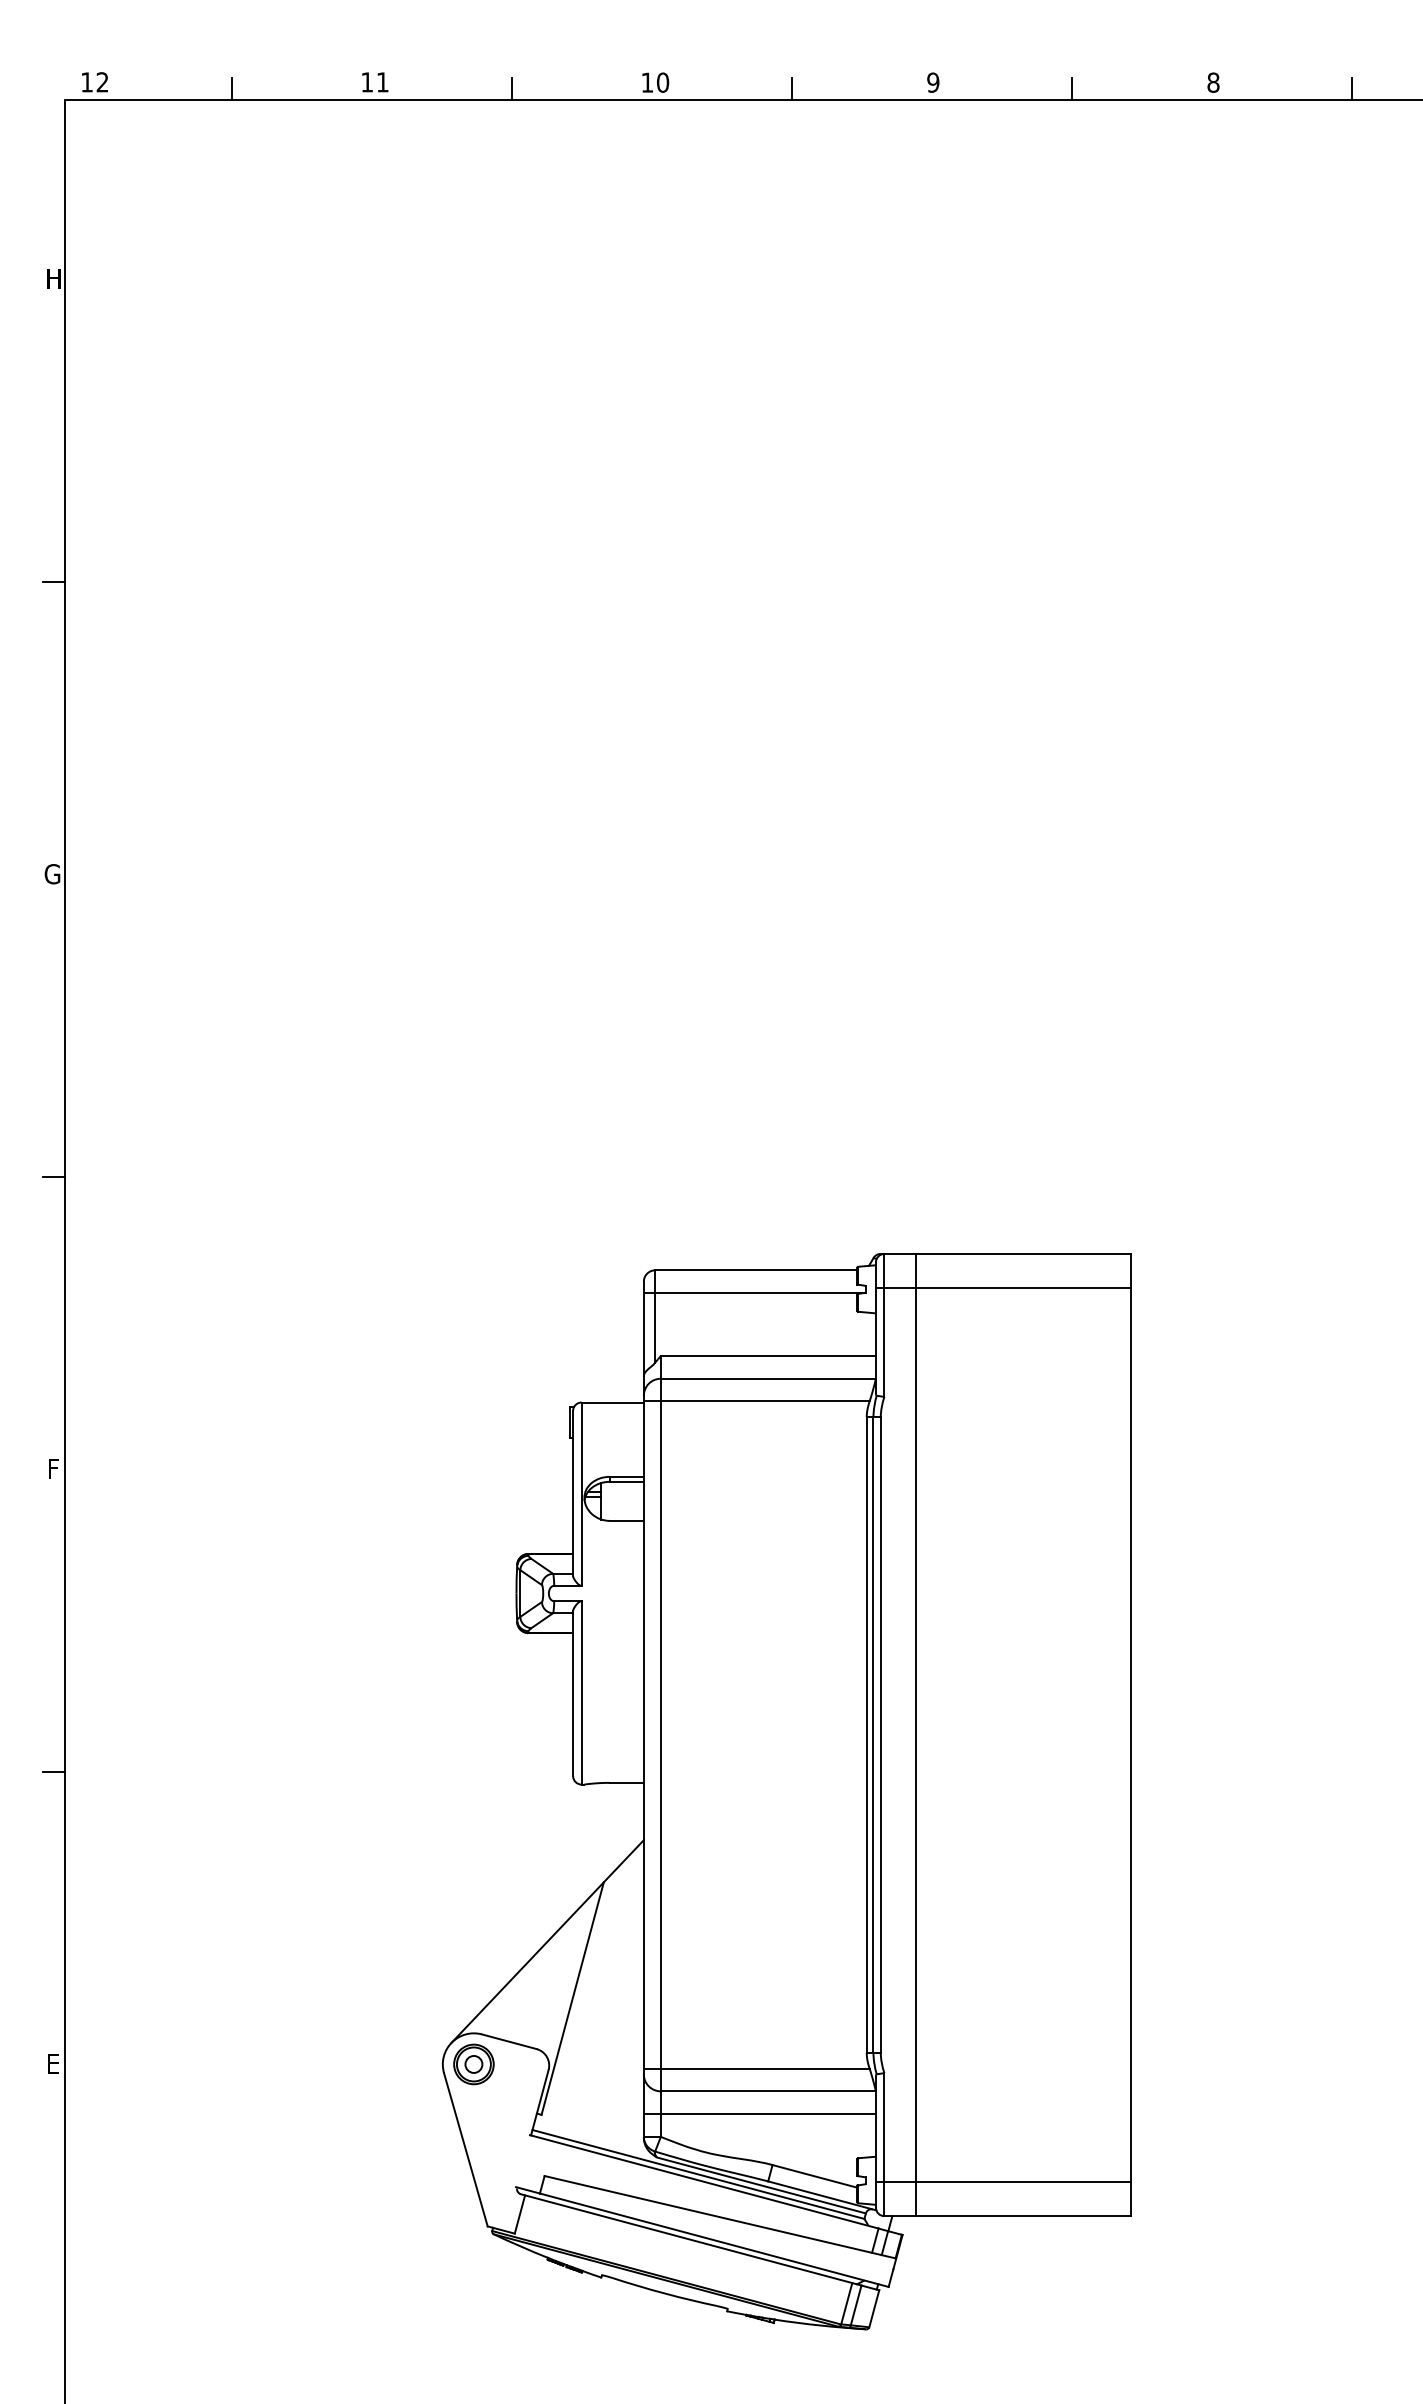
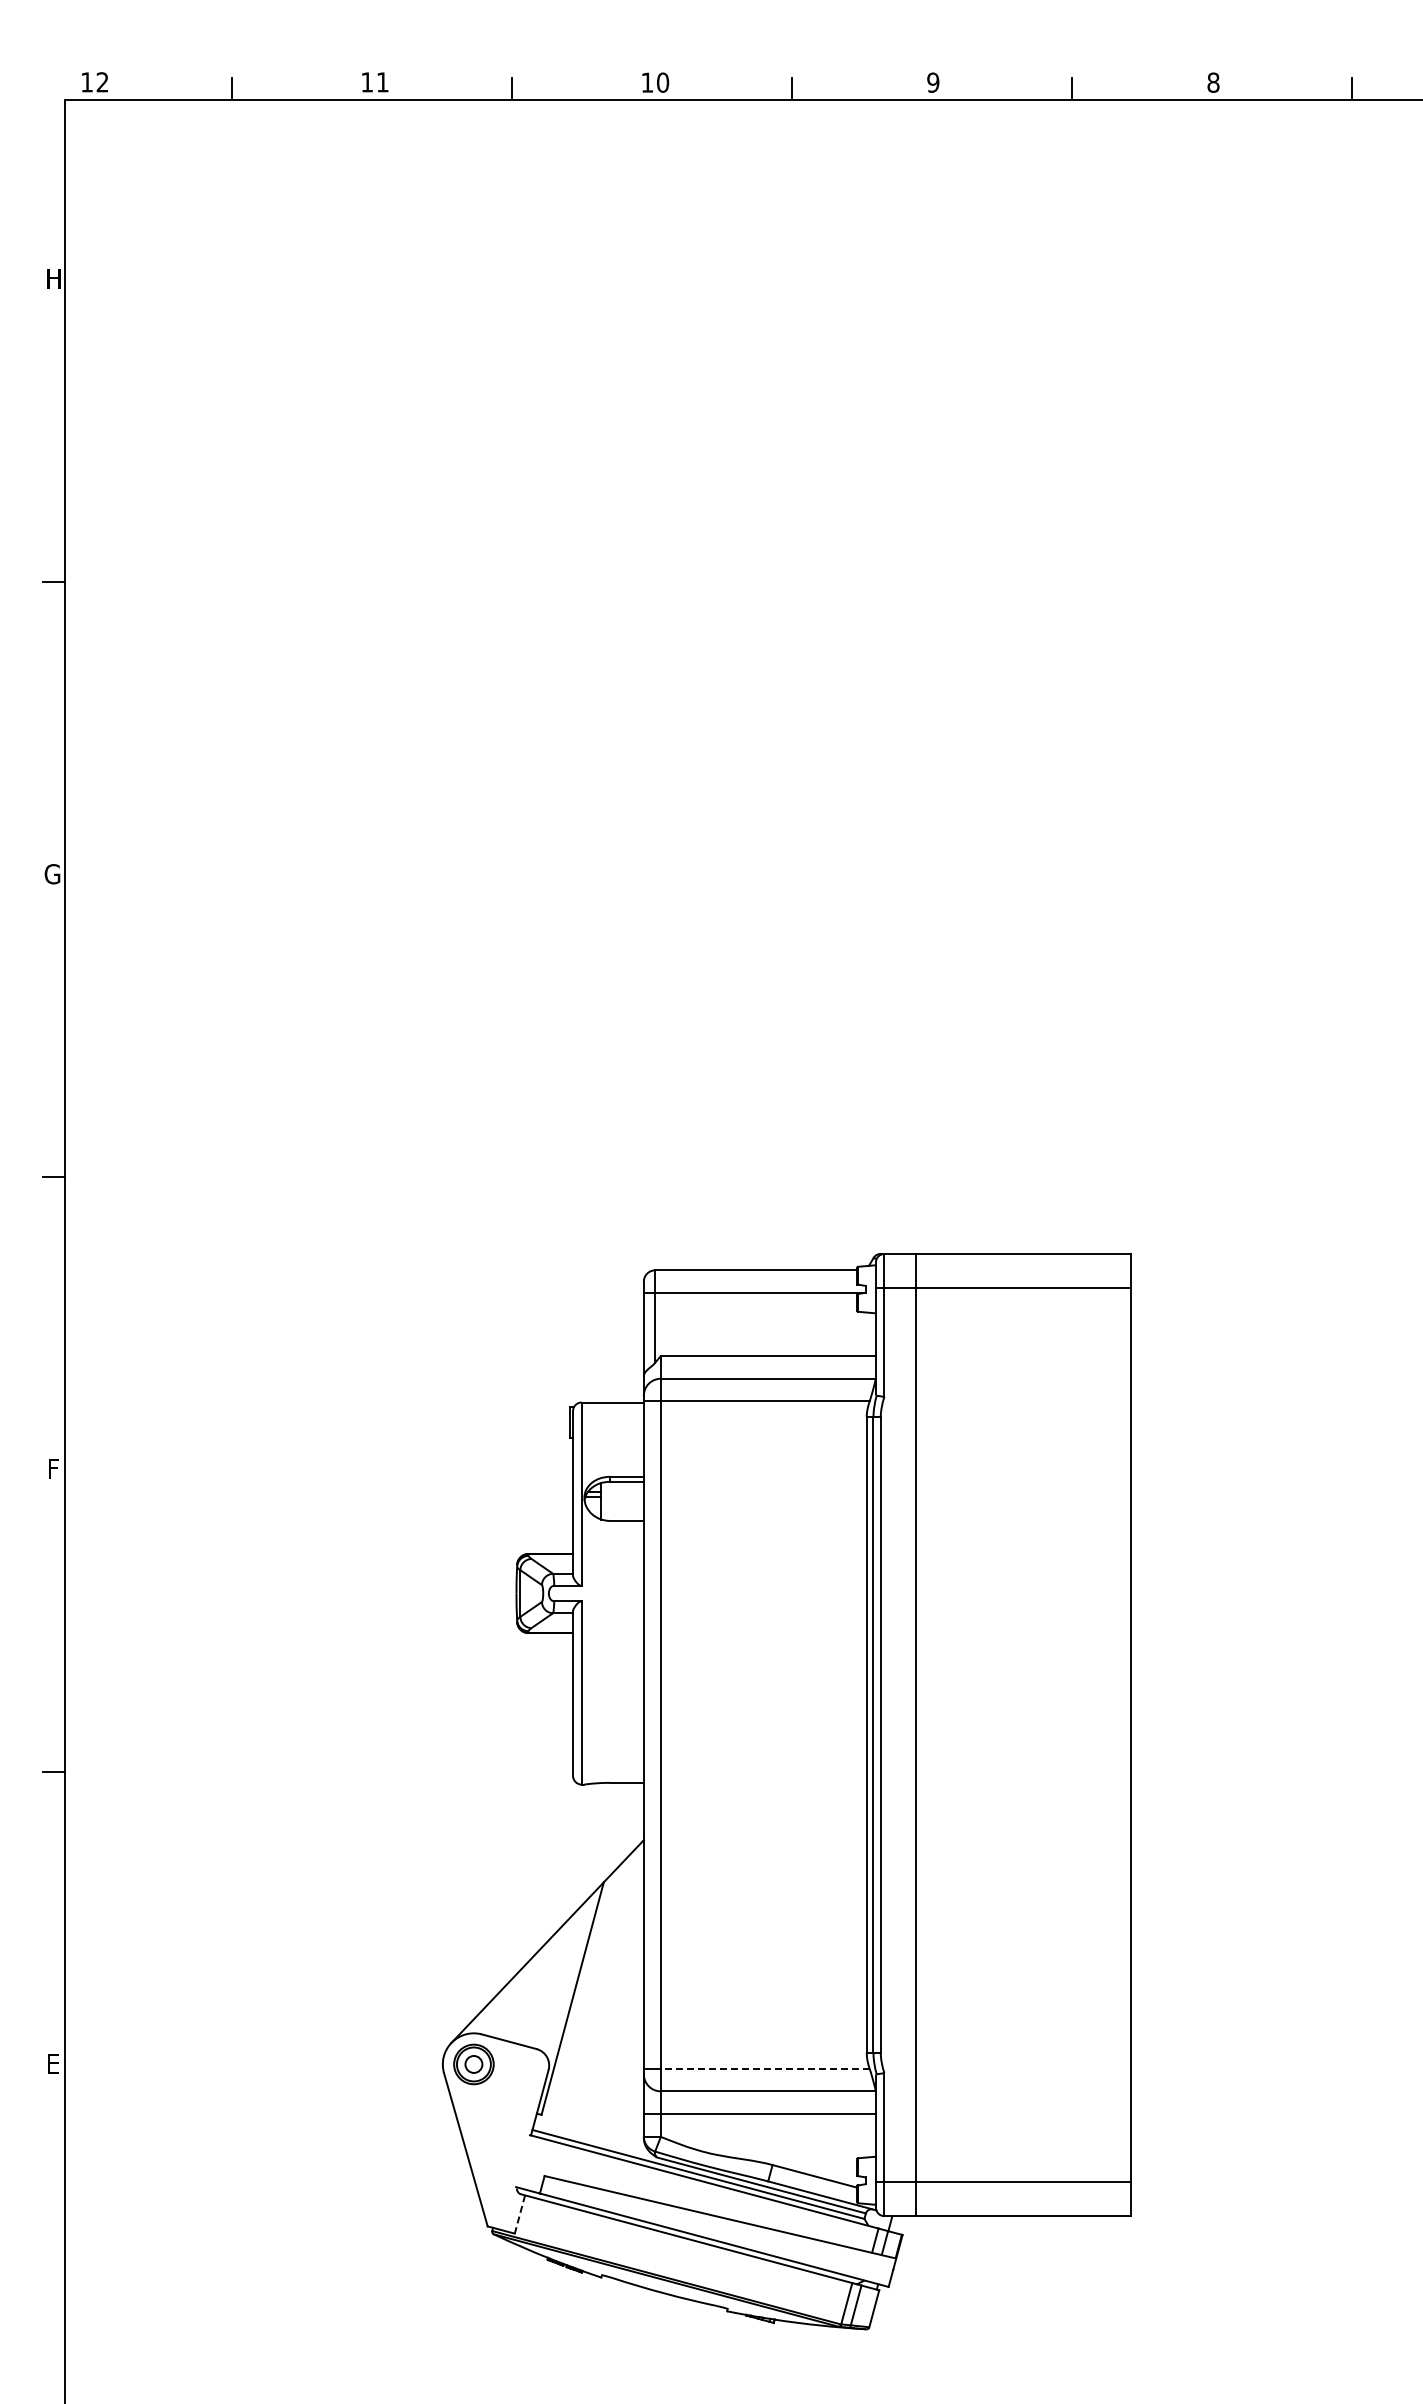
line at (764, 2068): solid -> dashed
line at (519, 2214): solid -> dashed
